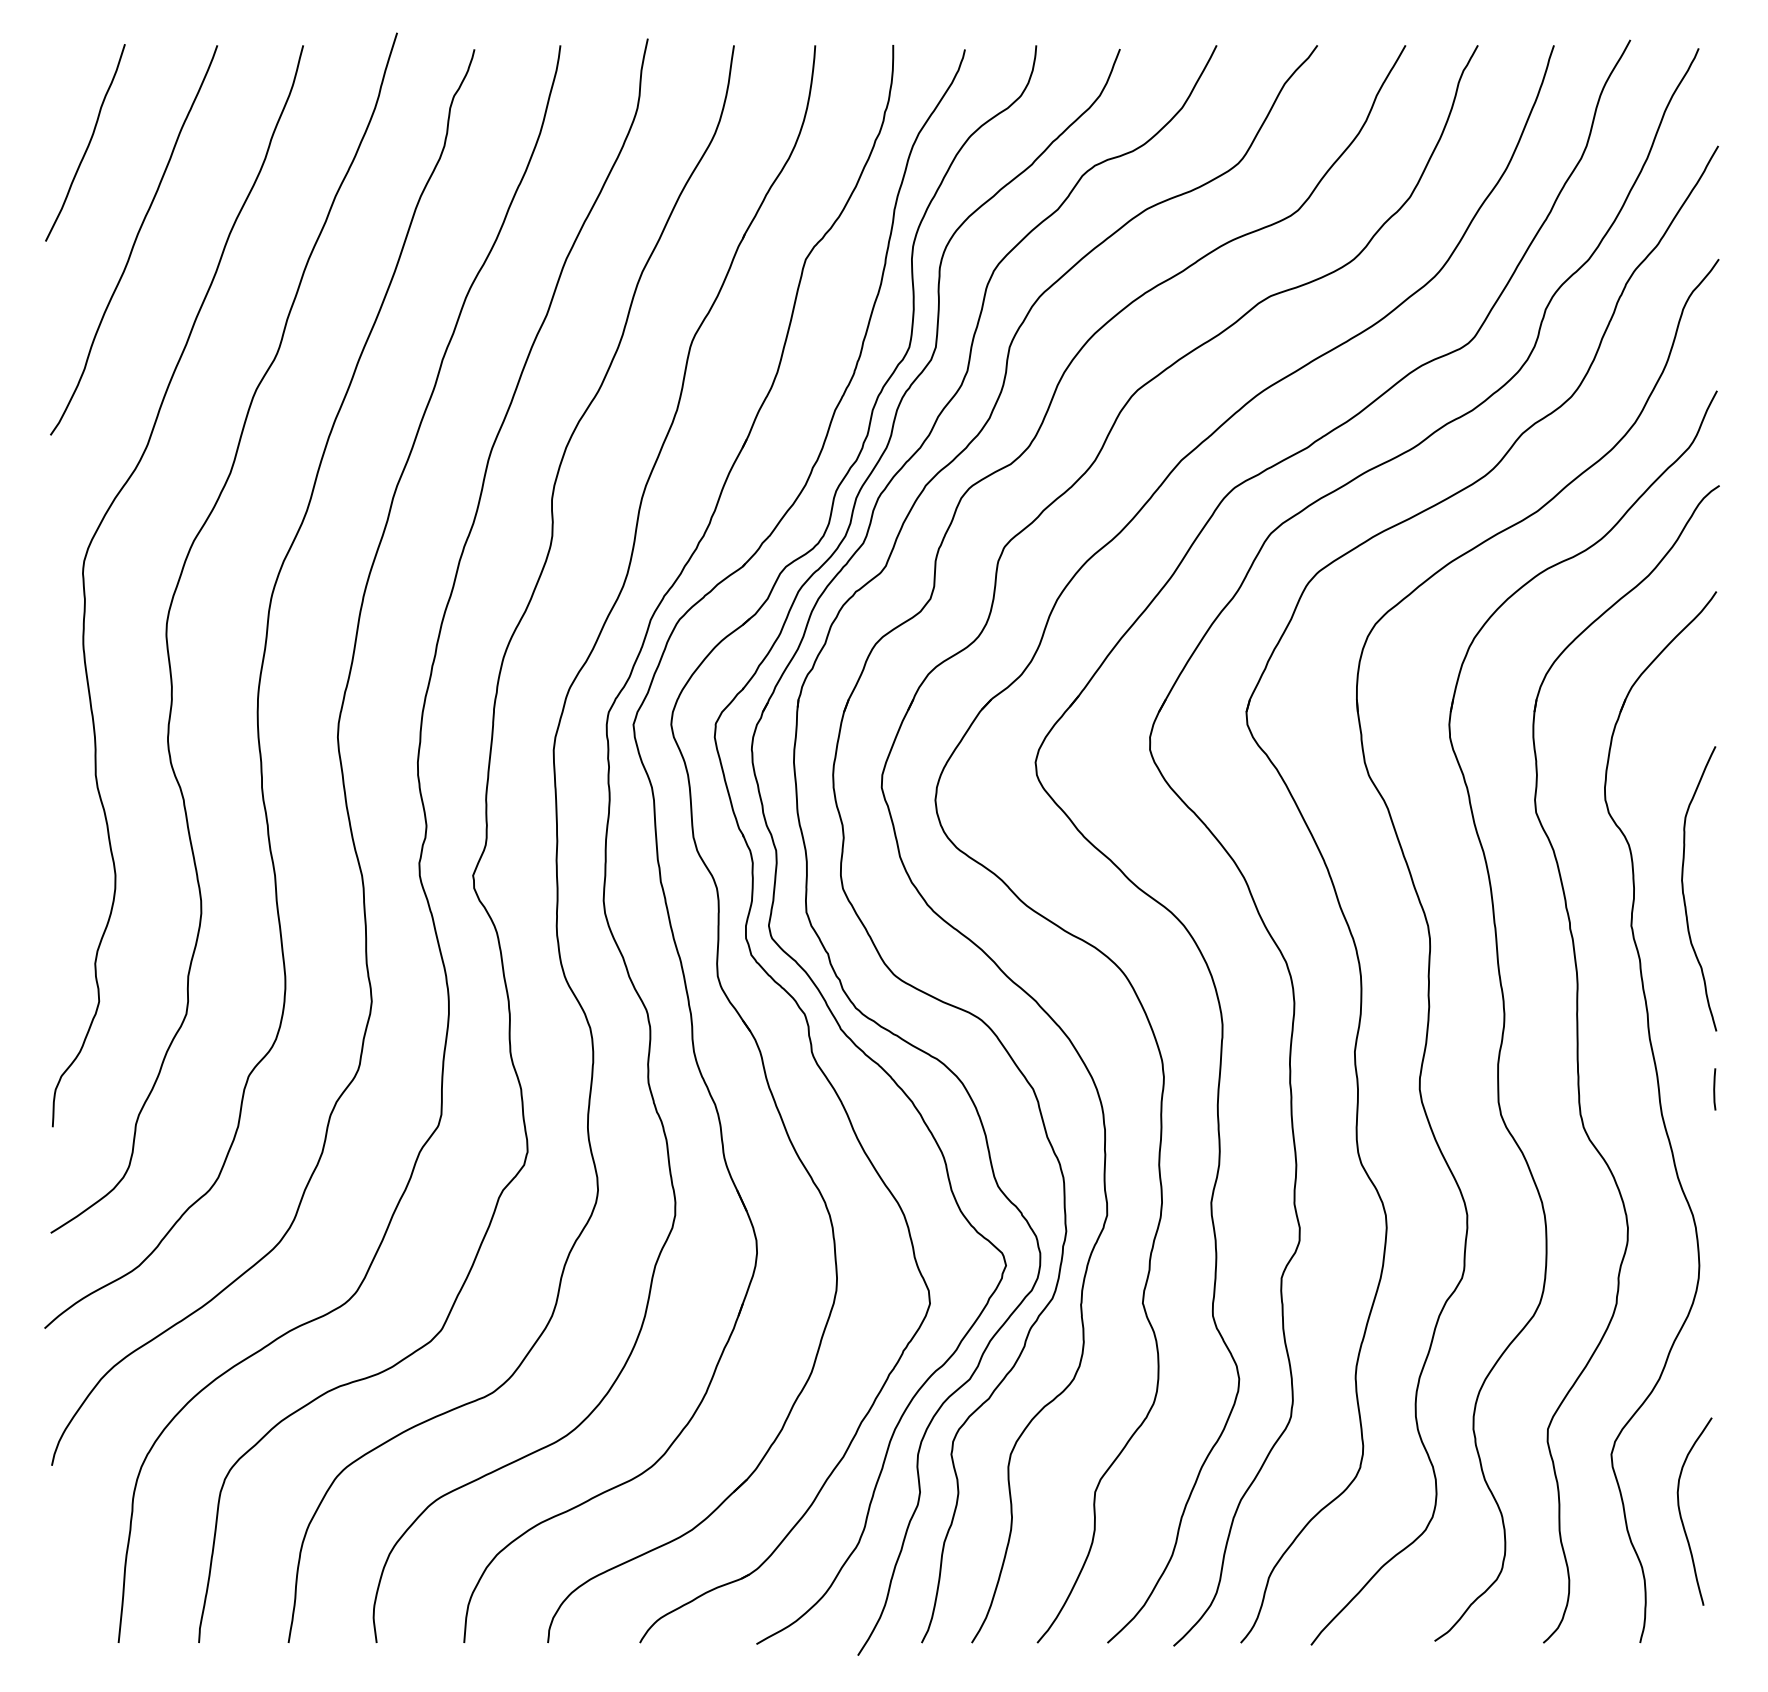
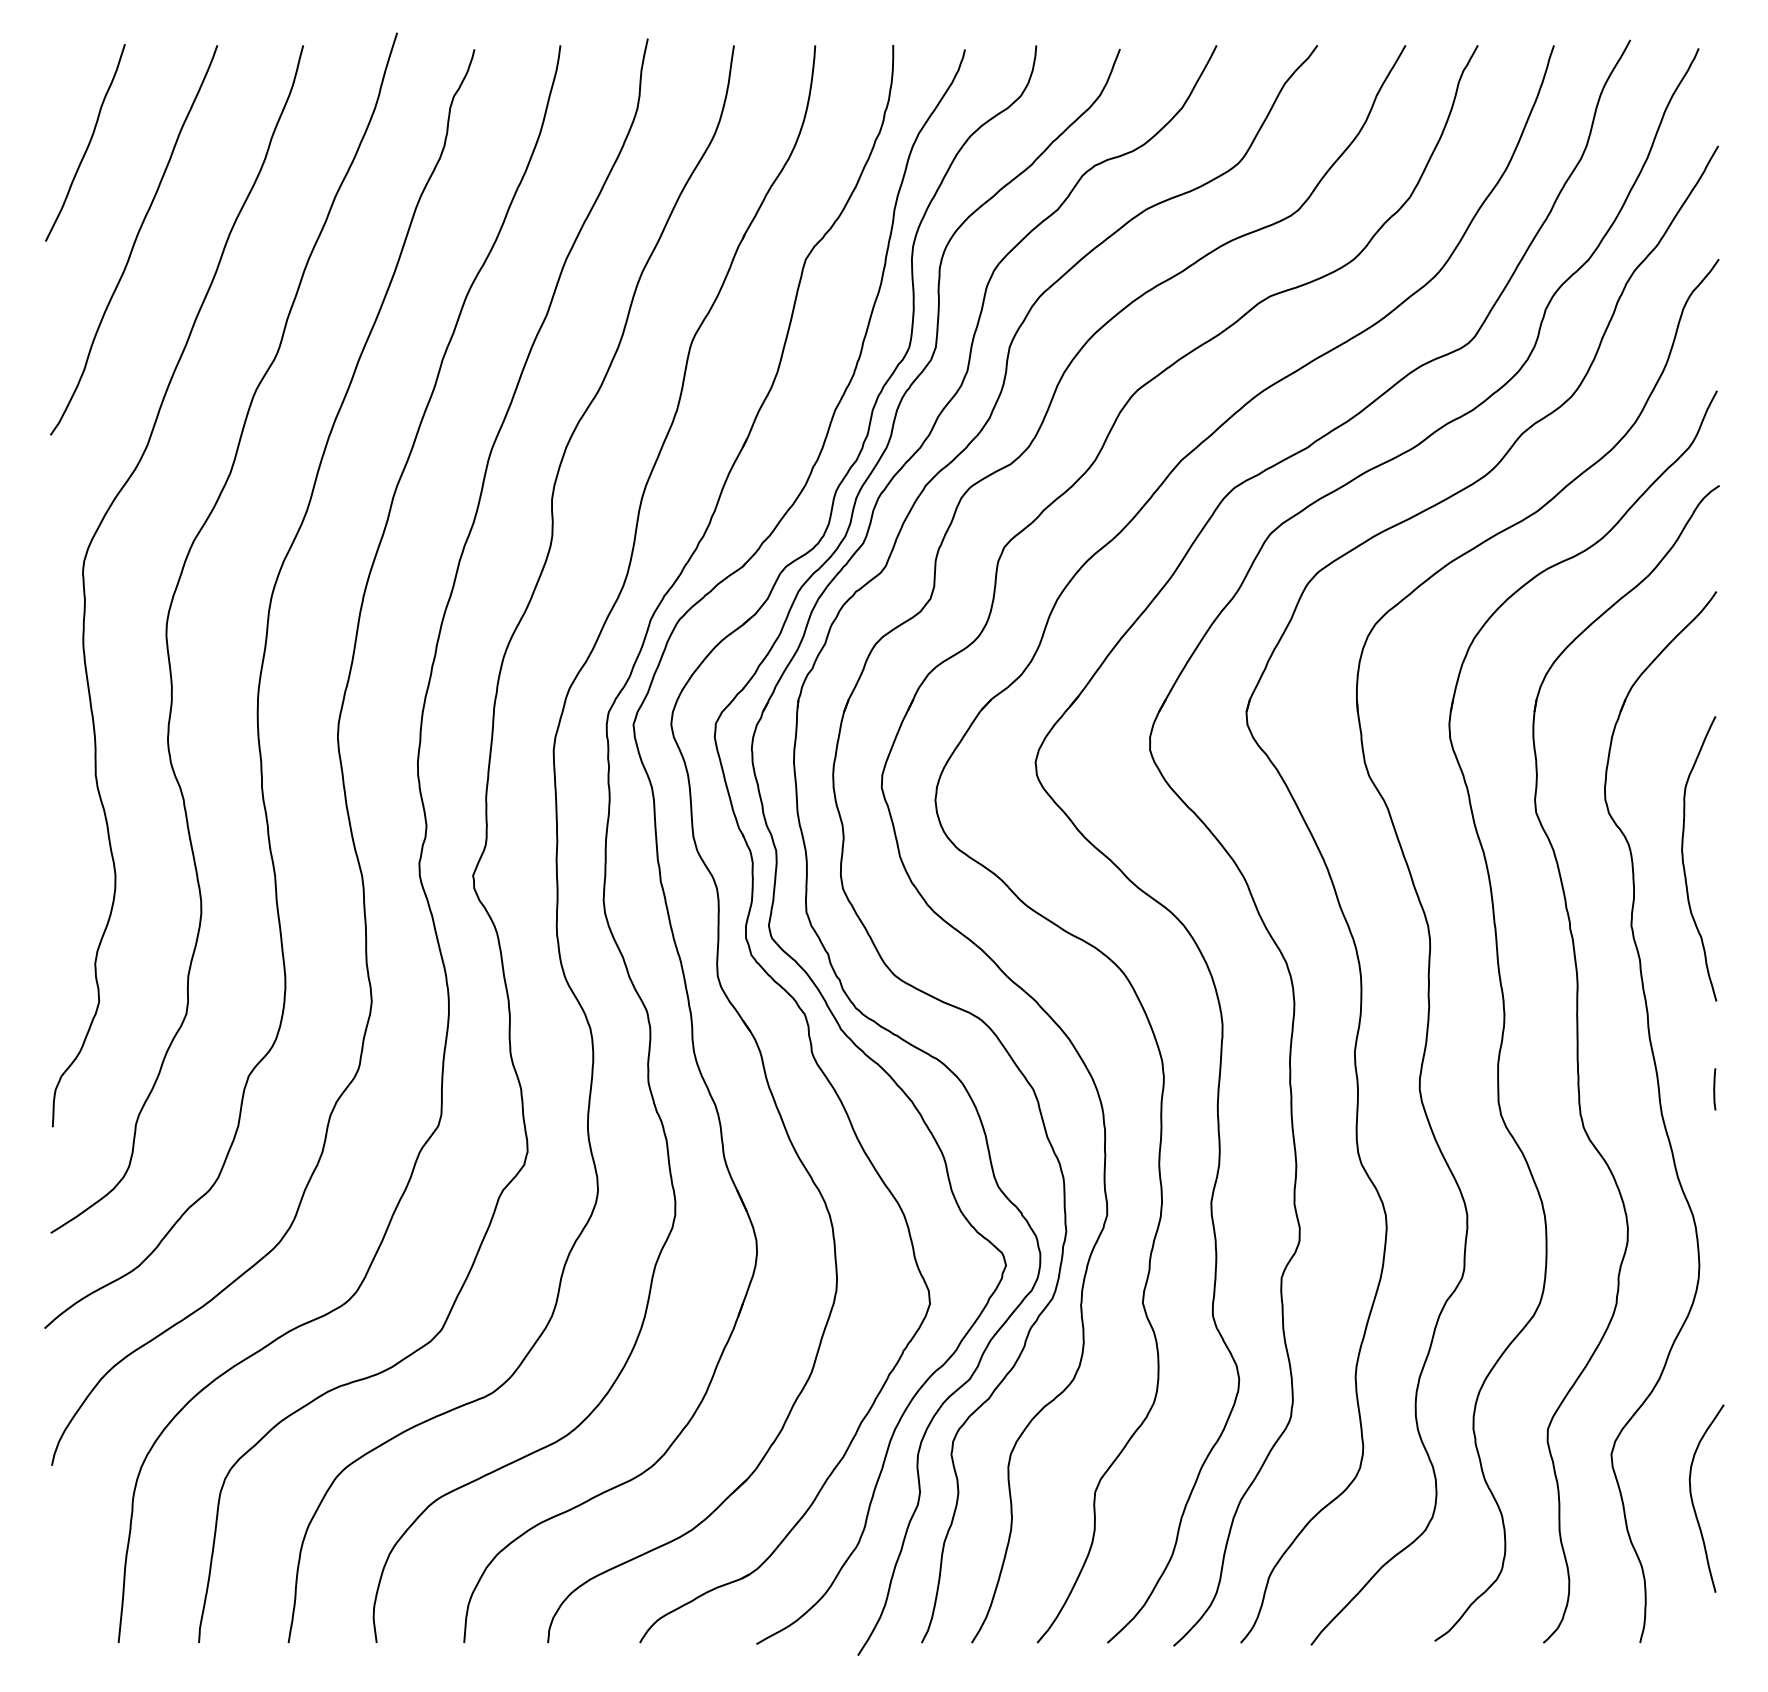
curve at (1684, 893) position: (1684, 893) -> (1684, 863)
curve at (1681, 1514) position: (1681, 1514) -> (1693, 1501)
